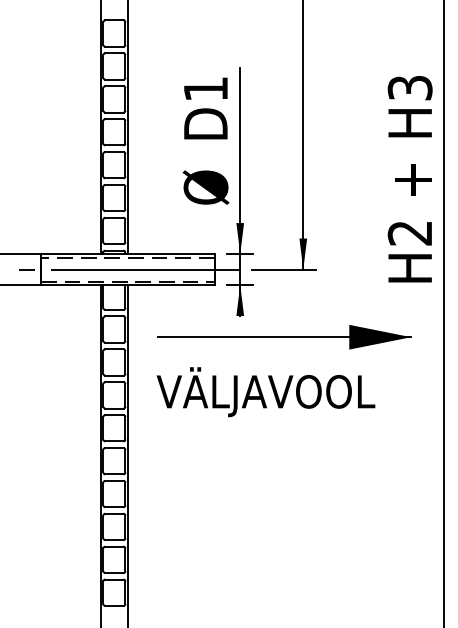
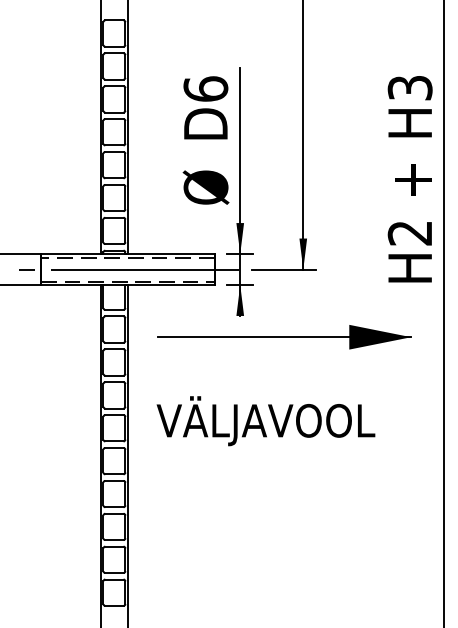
text at (205, 88): D1 -> D6
text at (265, 392) position: (265, 392) -> (265, 421)
